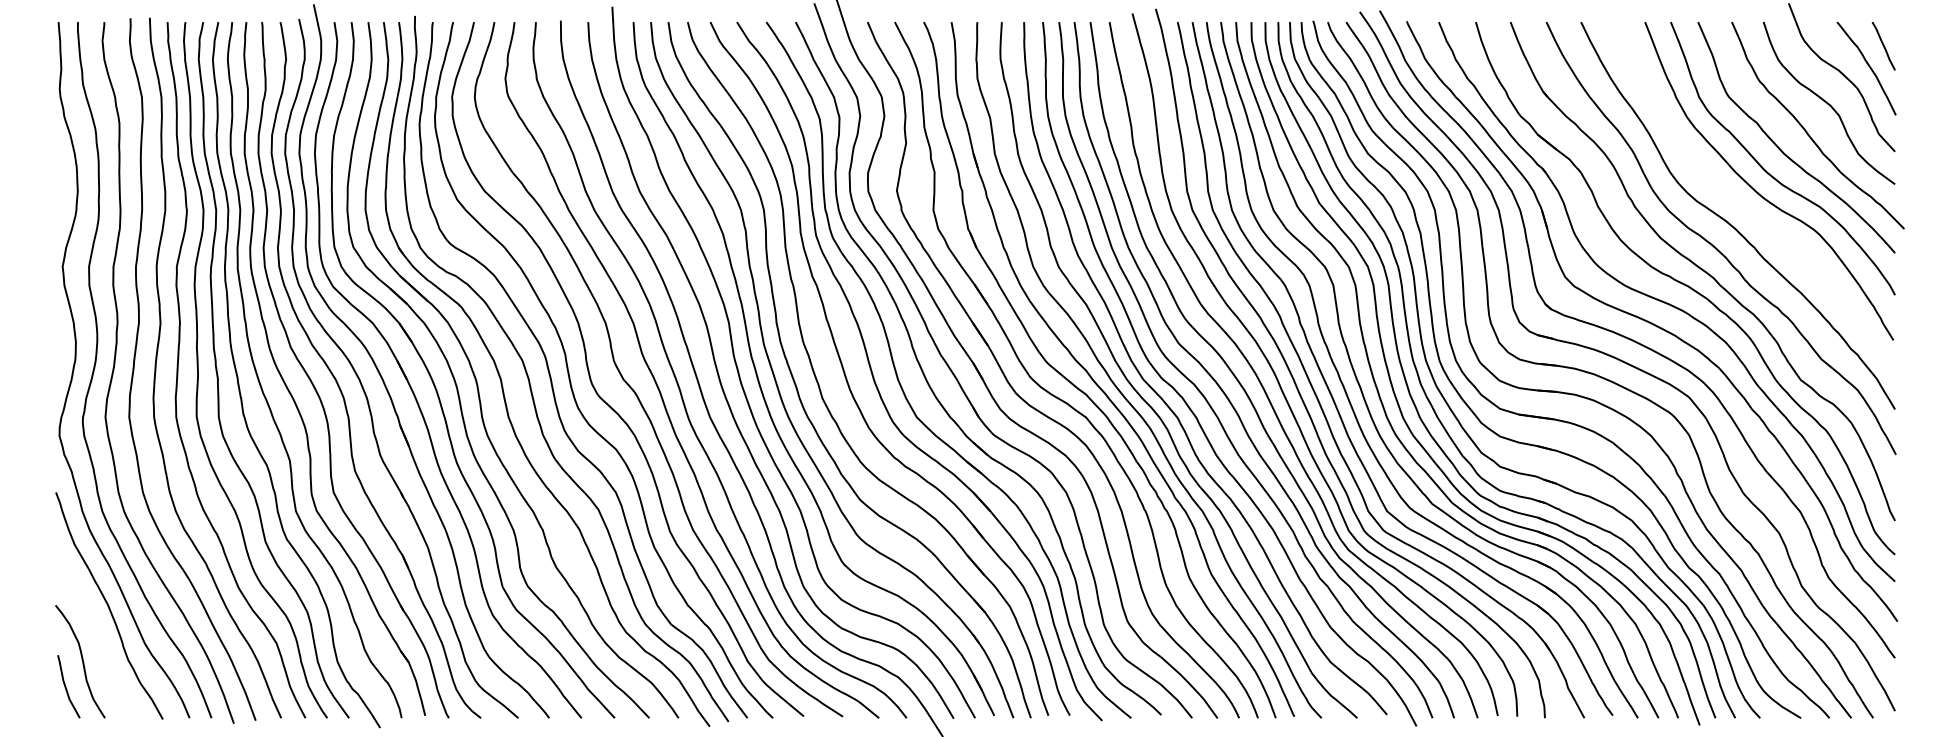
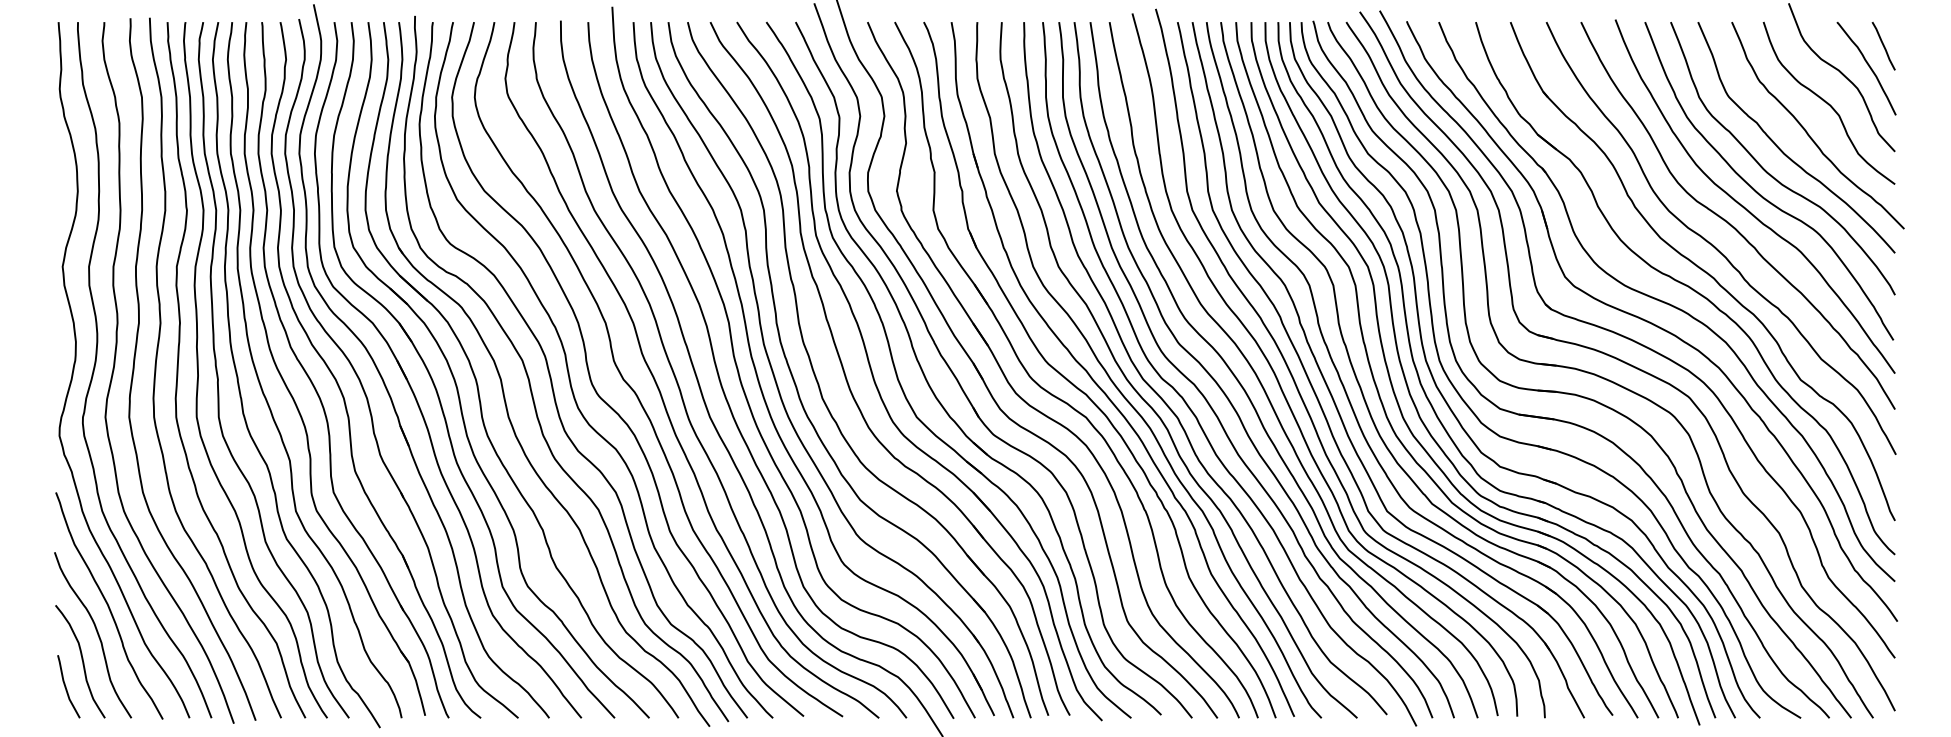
curve at (1744, 206): none -> present
curve at (97, 635): none -> present
